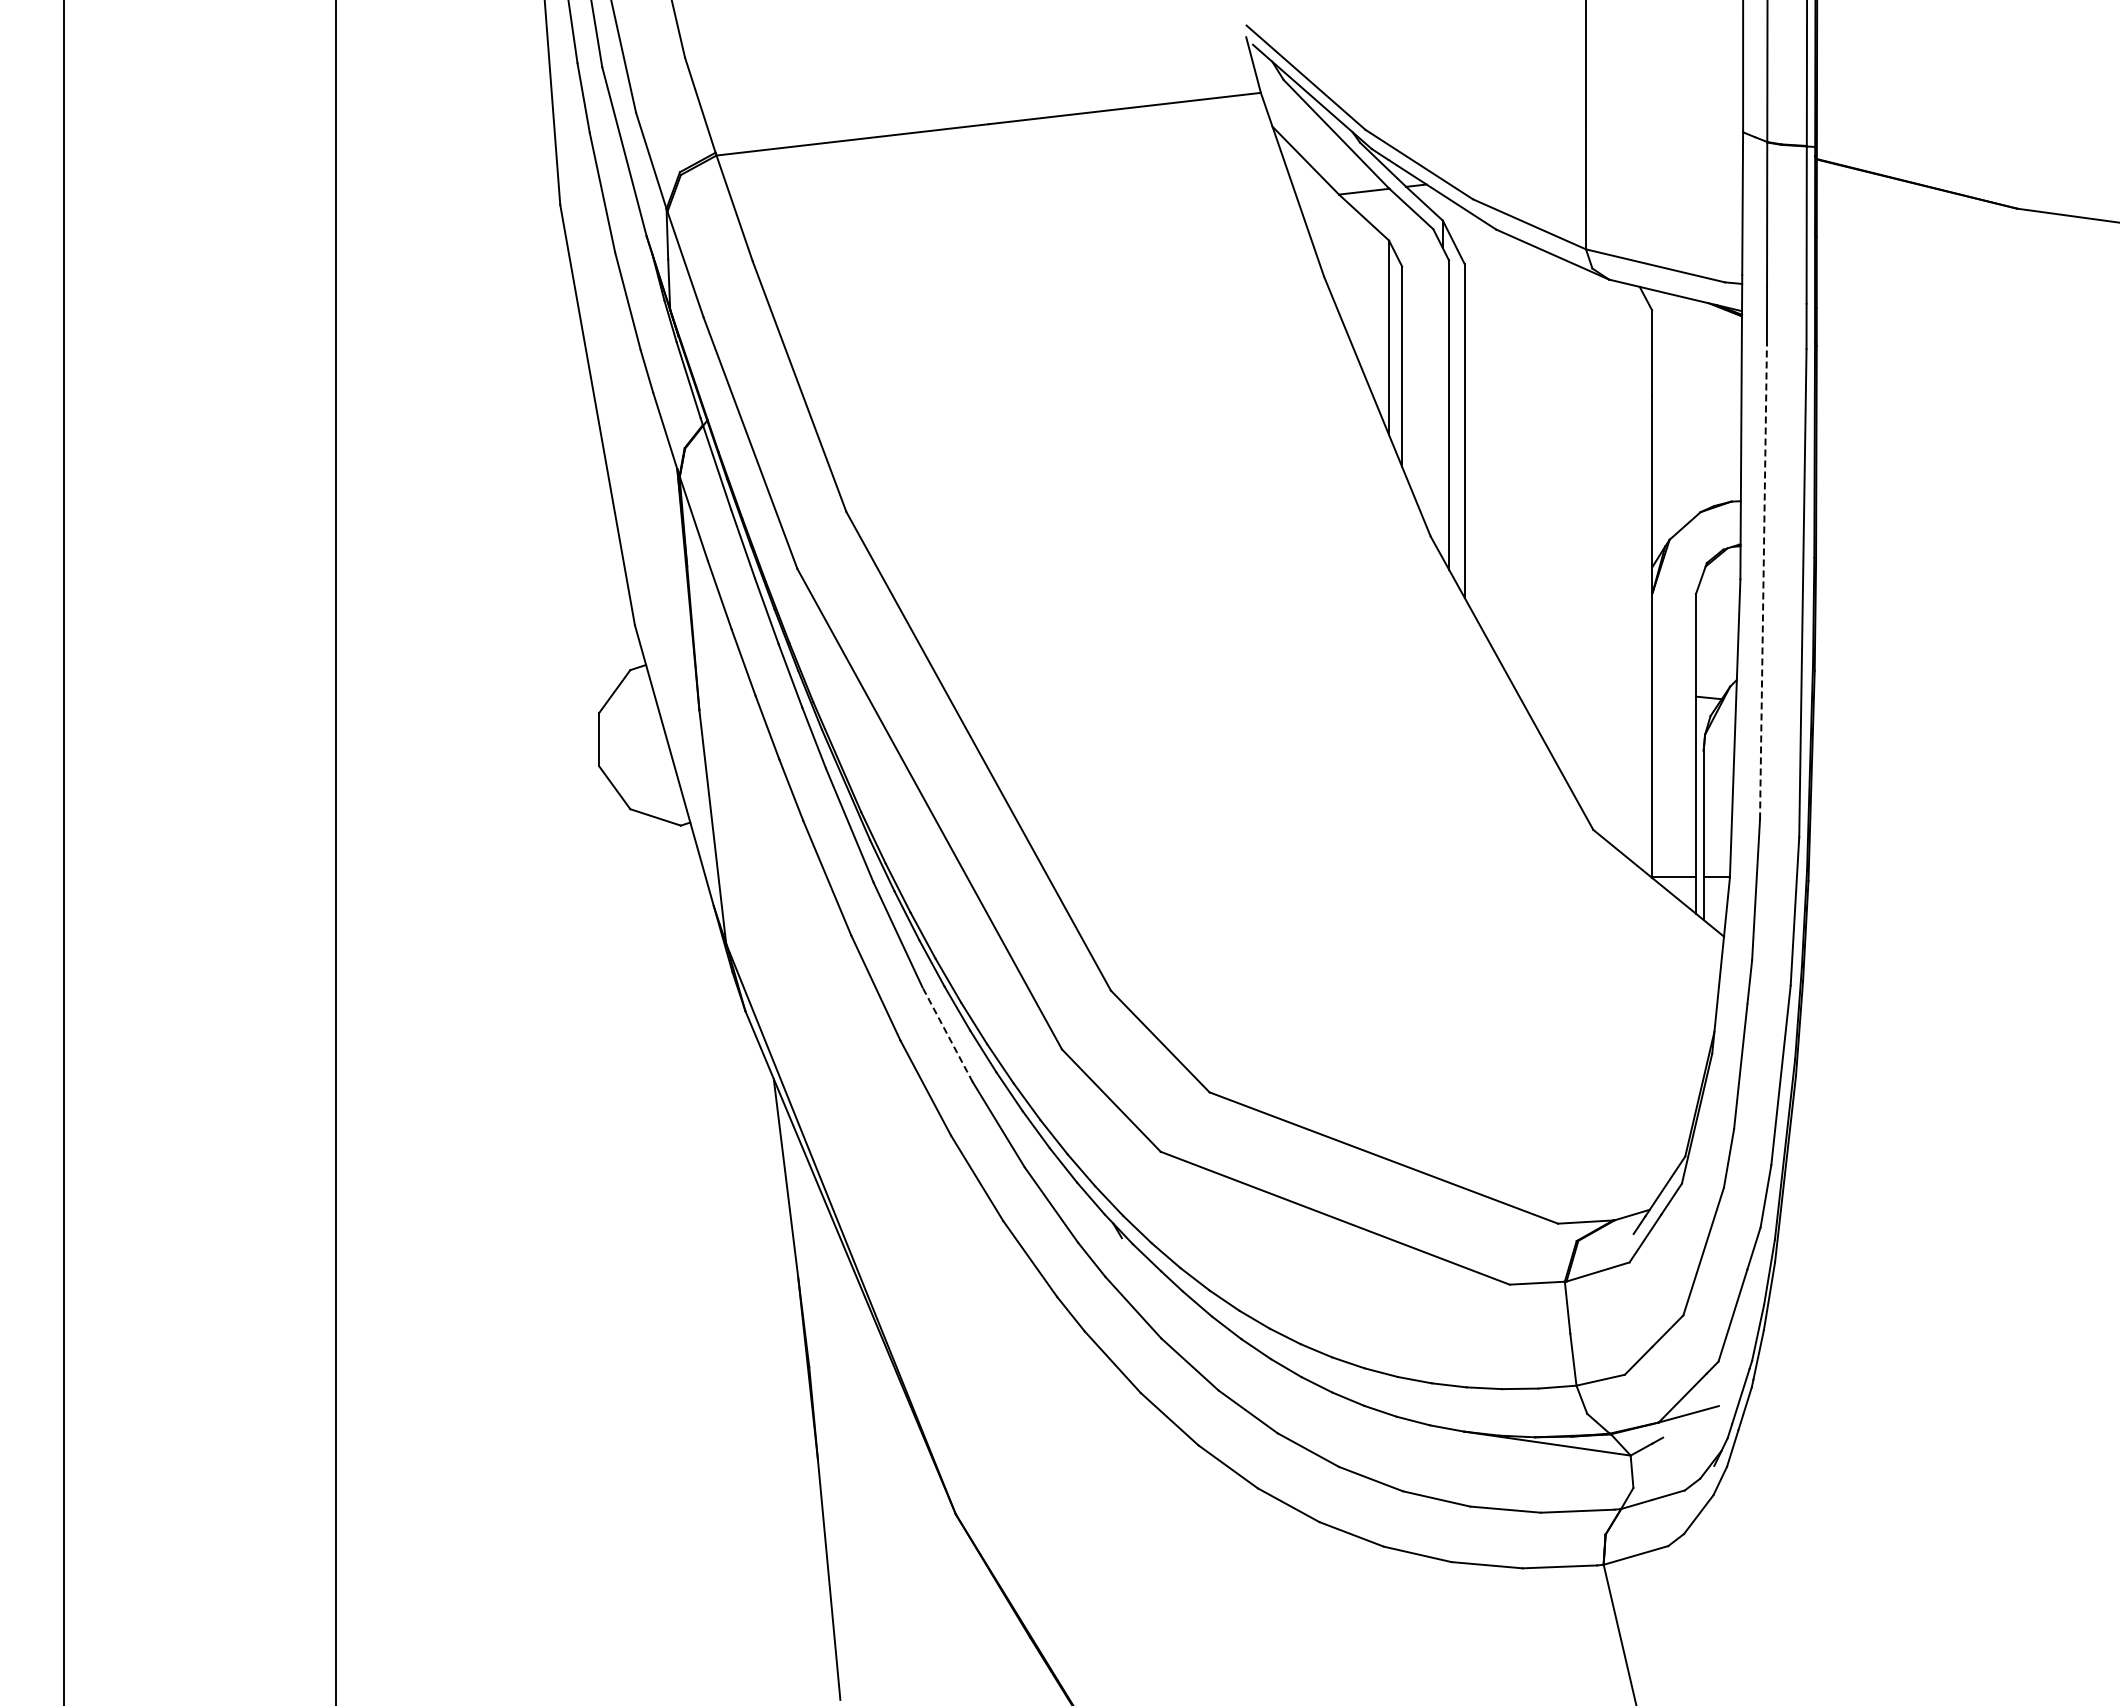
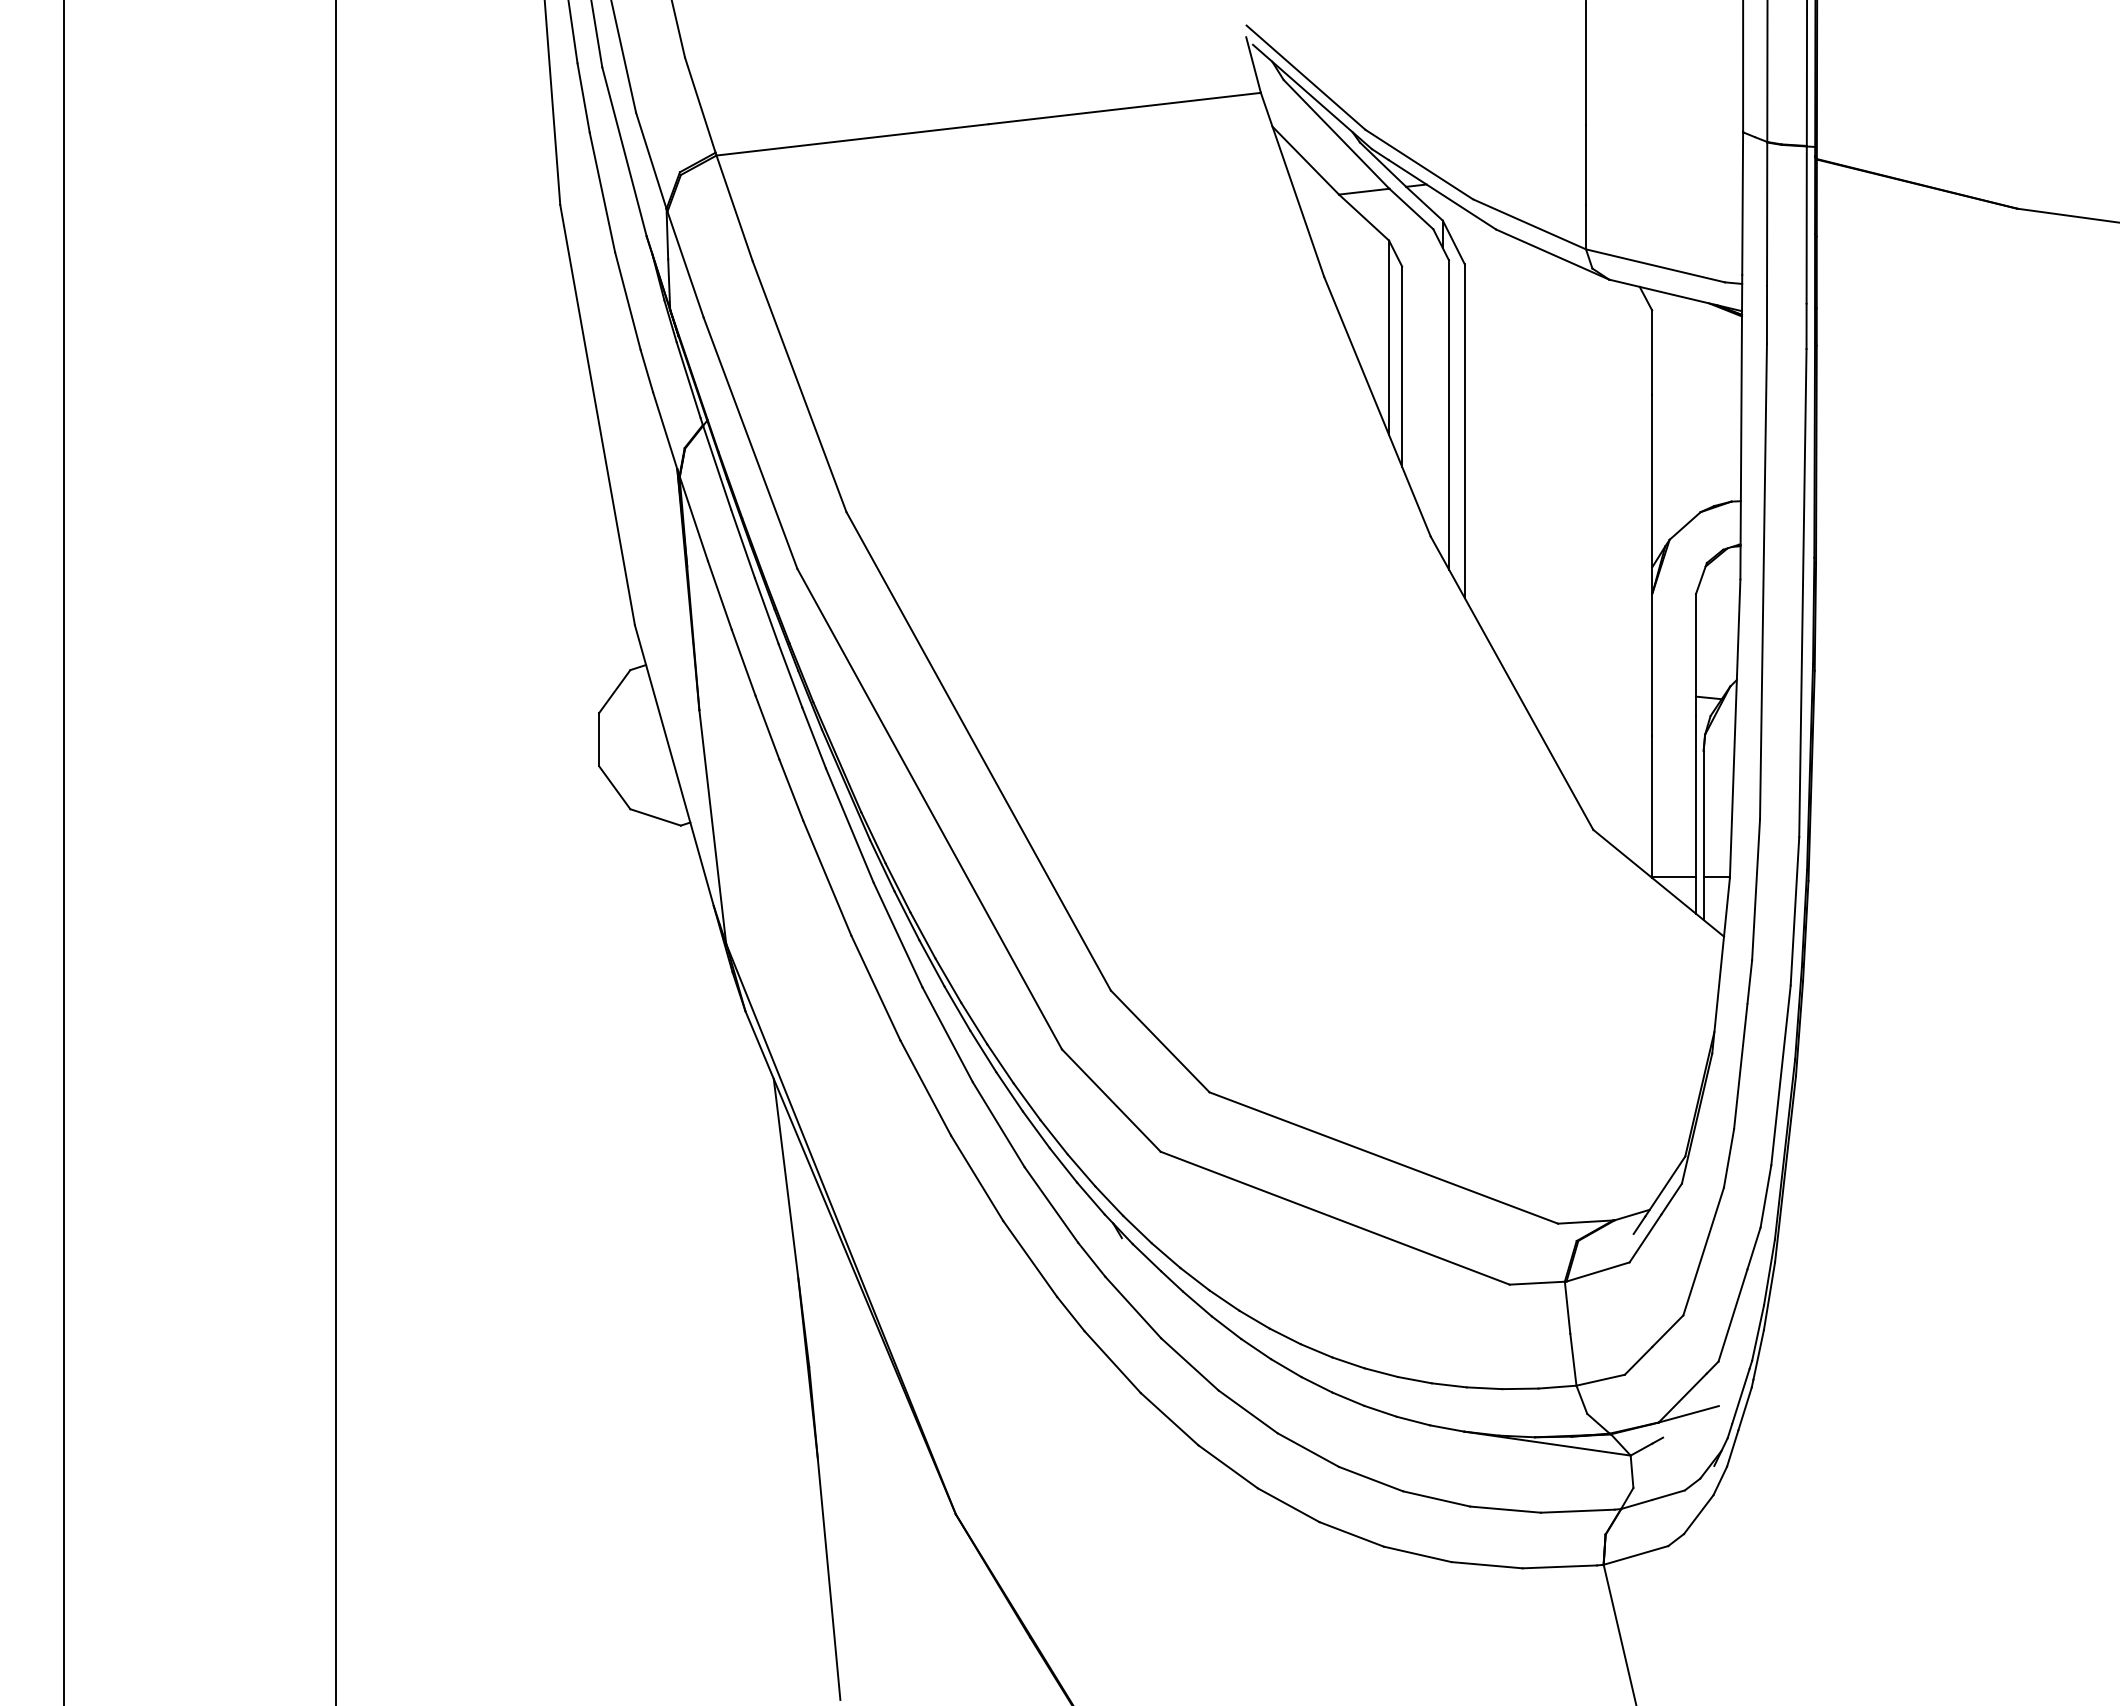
line at (1763, 581): dashed -> solid
line at (947, 1034): dashed -> solid
